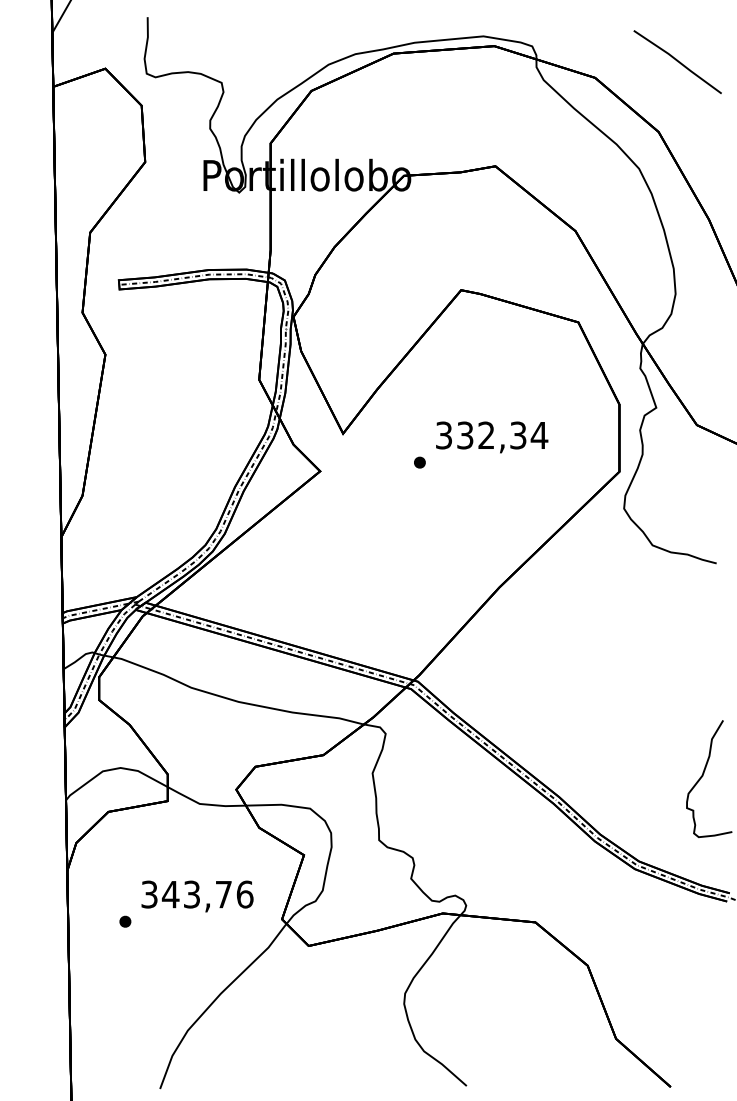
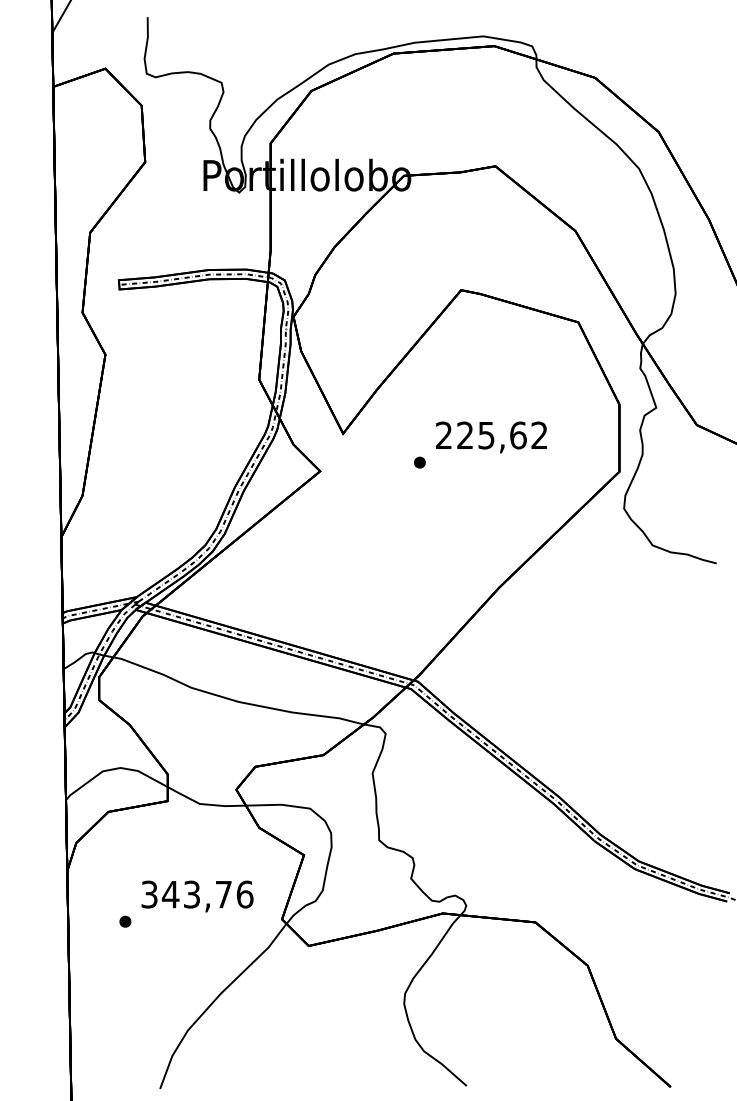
line at (677, 61): present -> none
text at (492, 435): 332,34 -> 225,62
curve at (703, 776): present -> none
